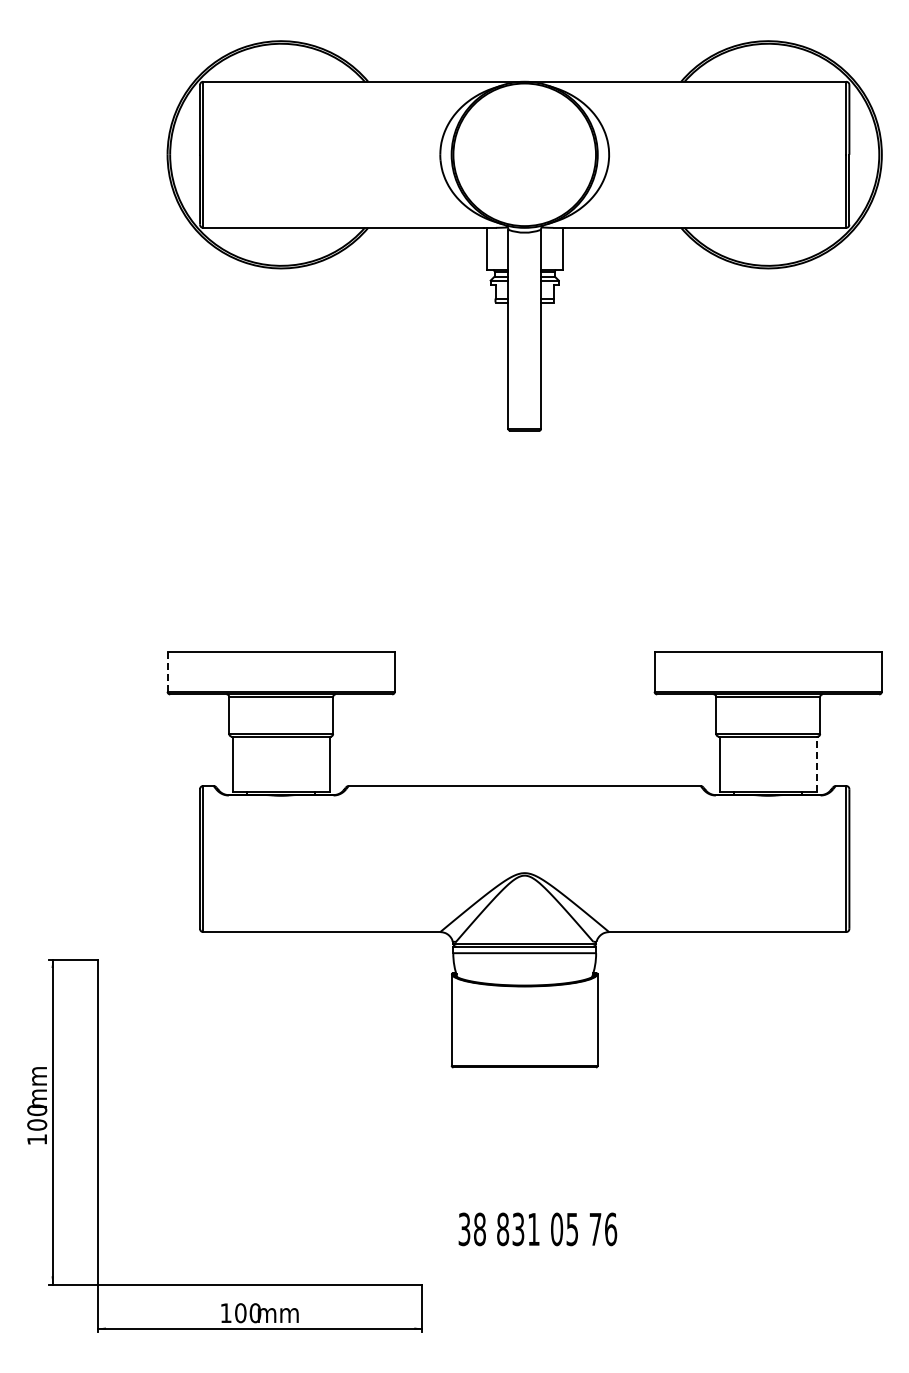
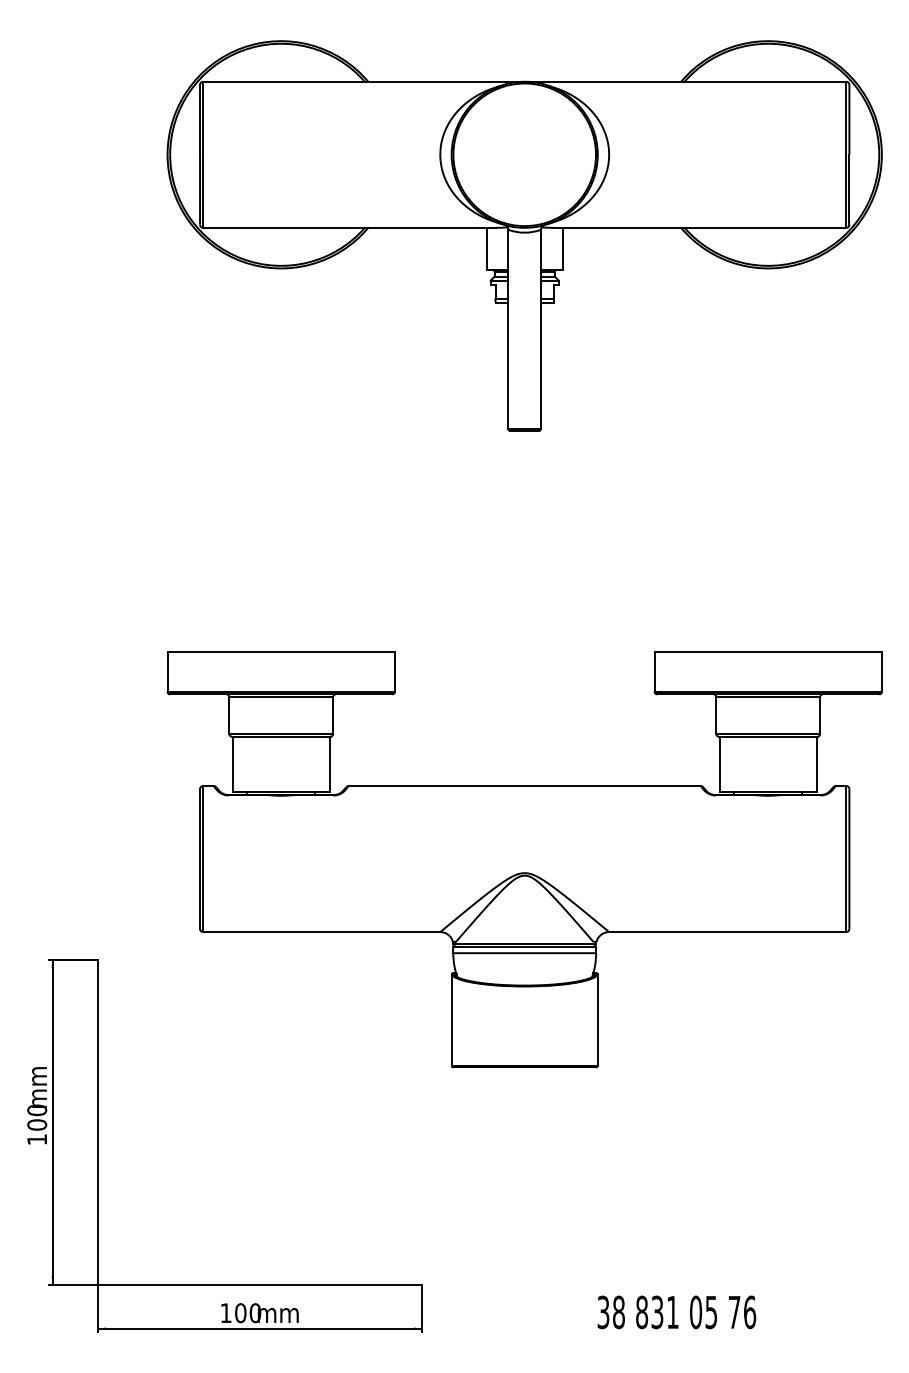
line at (167, 672): dashed -> solid
line at (816, 764): dashed -> solid
text at (537, 1229) position: (537, 1229) -> (676, 1312)
